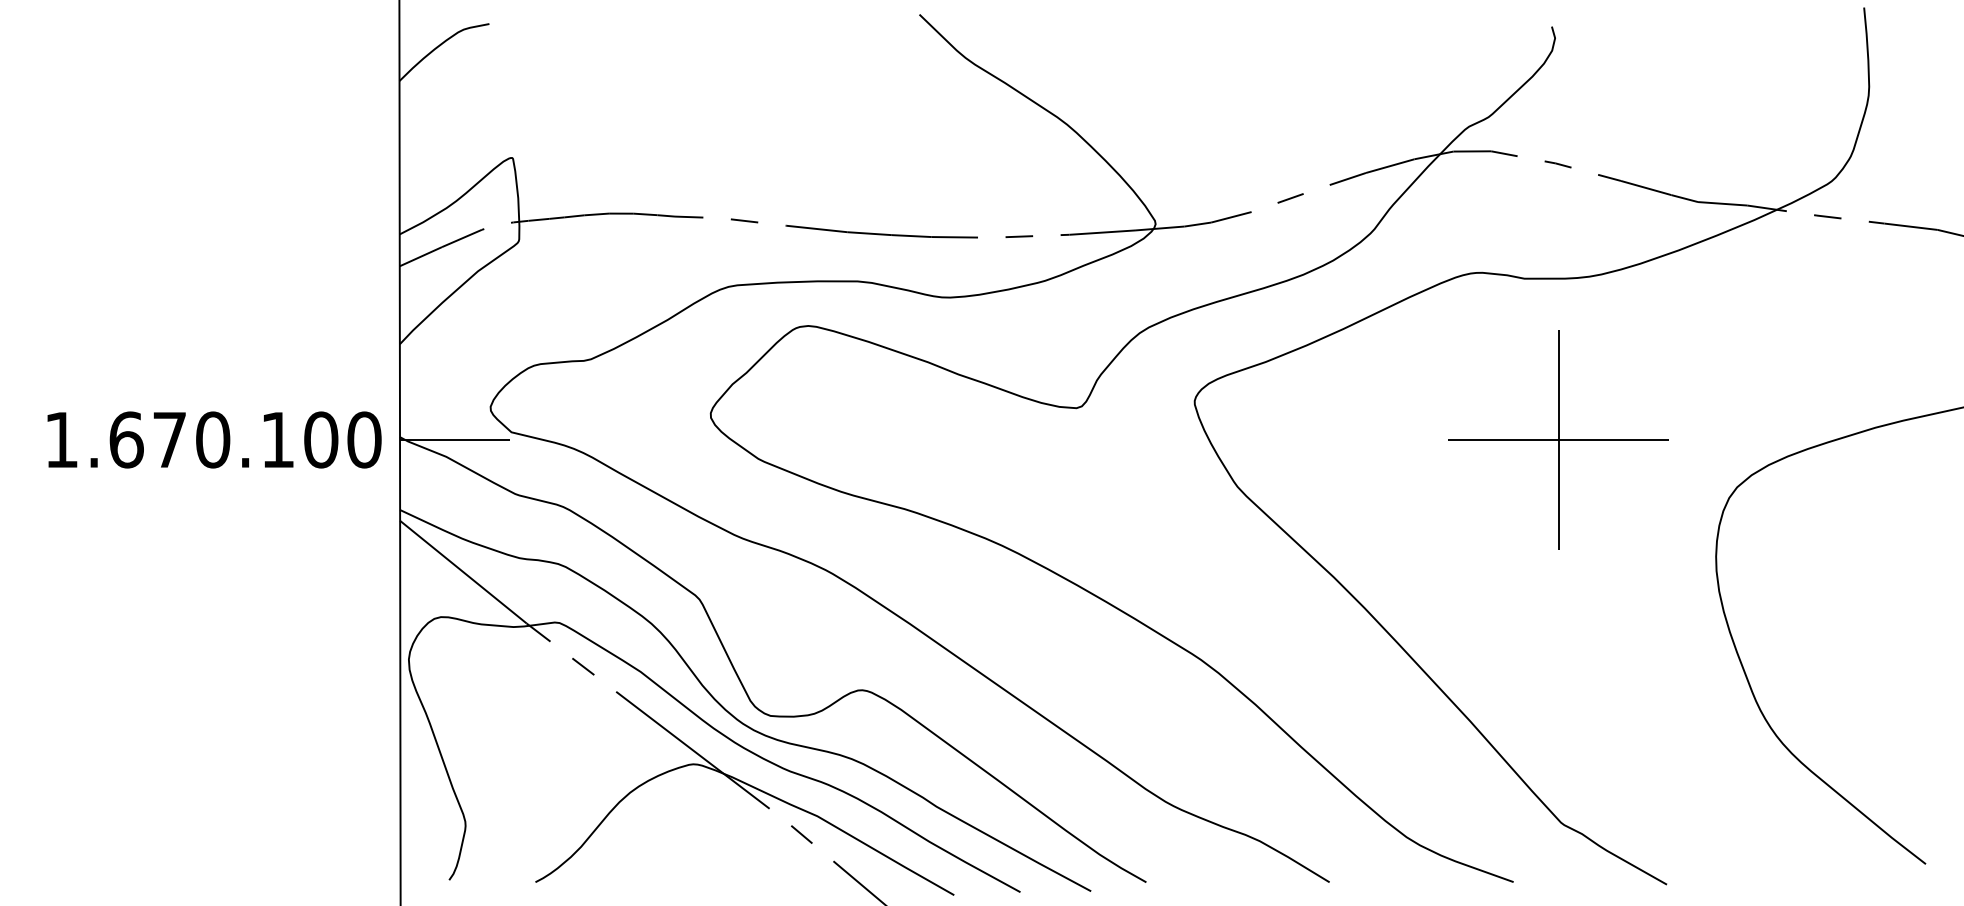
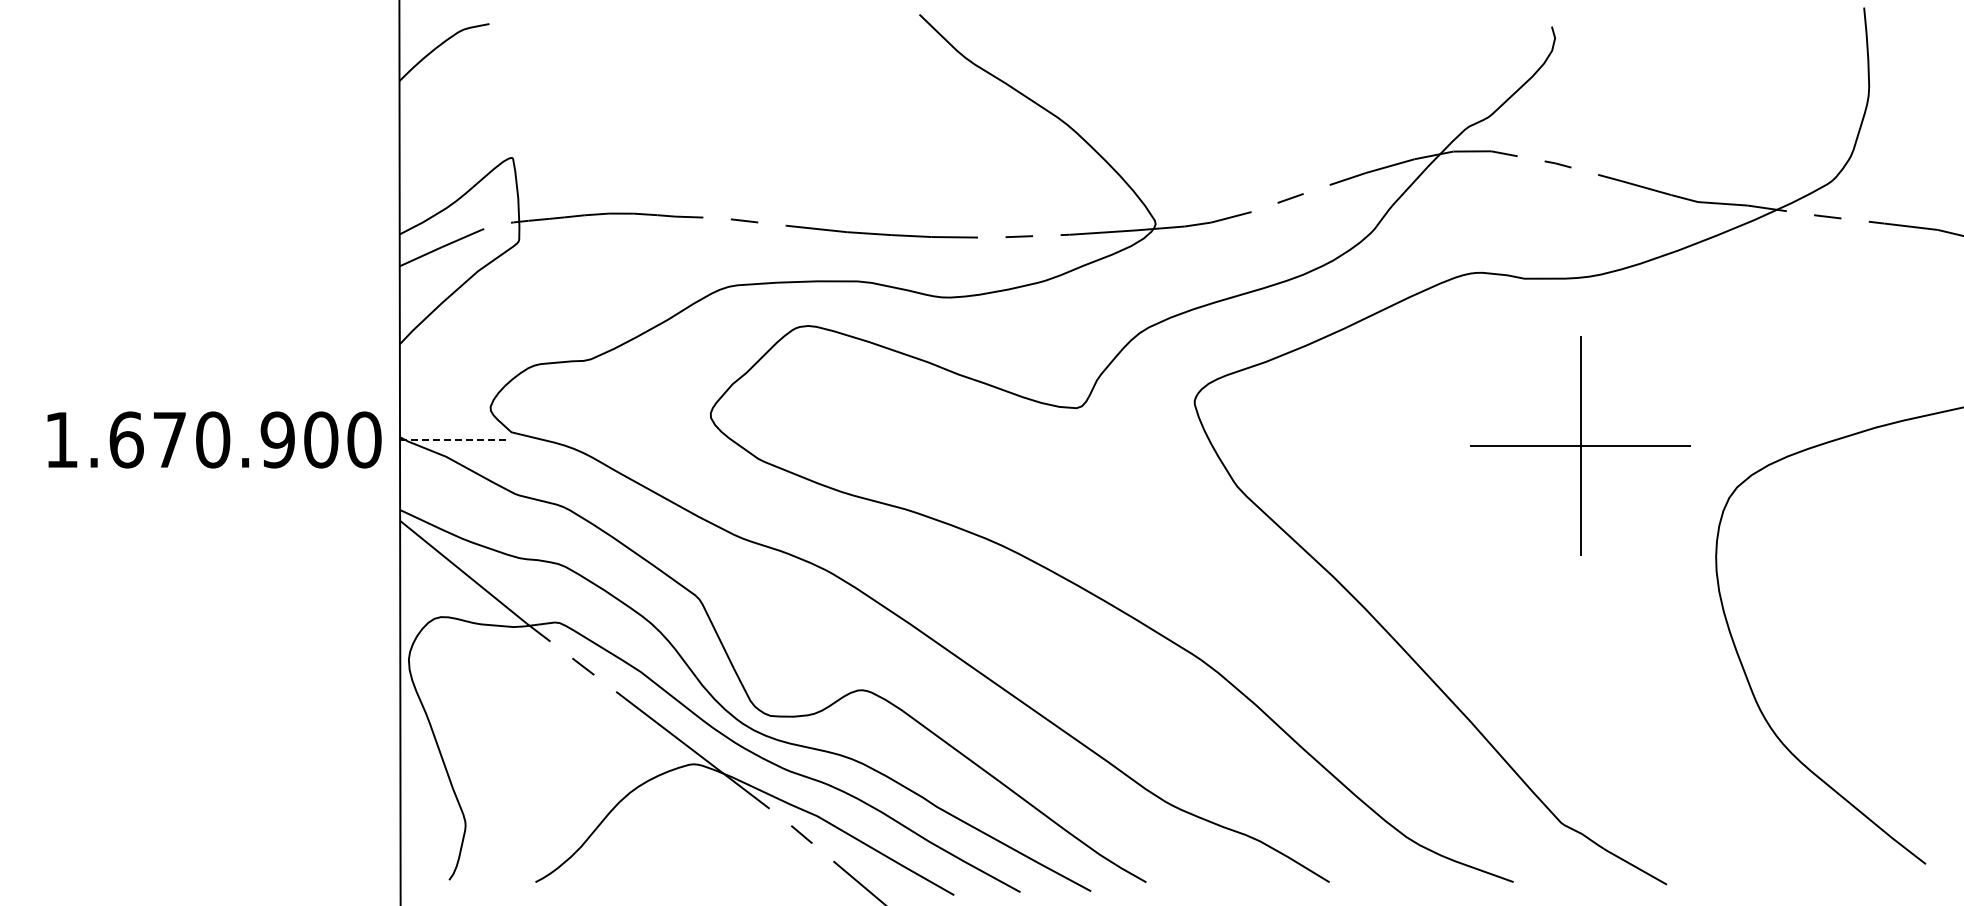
text at (277, 439): 1.670.100 -> 1.670.900
line at (455, 439): solid -> dashed
part at (1558, 439) position: (1558, 439) -> (1580, 445)
